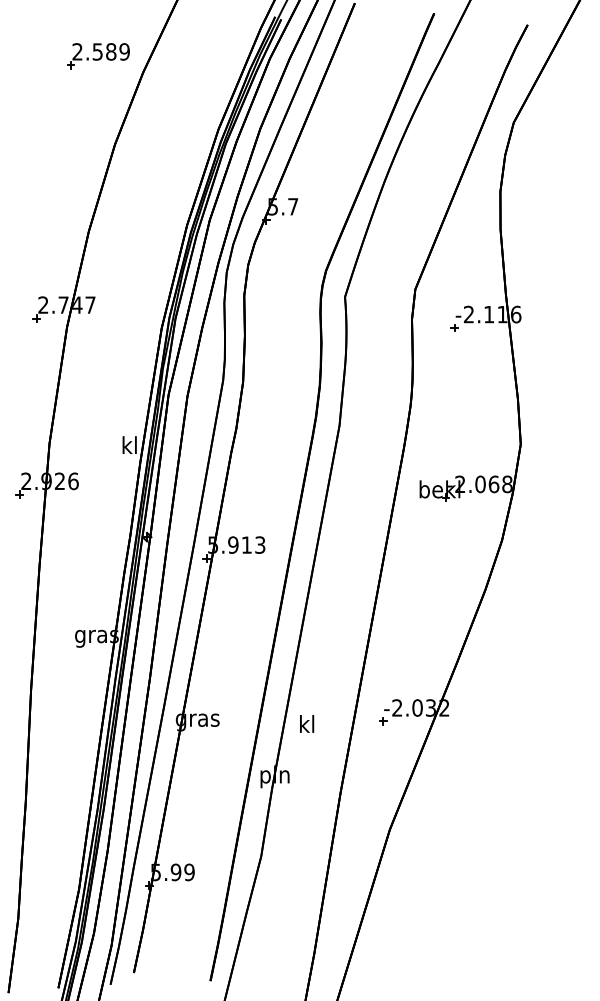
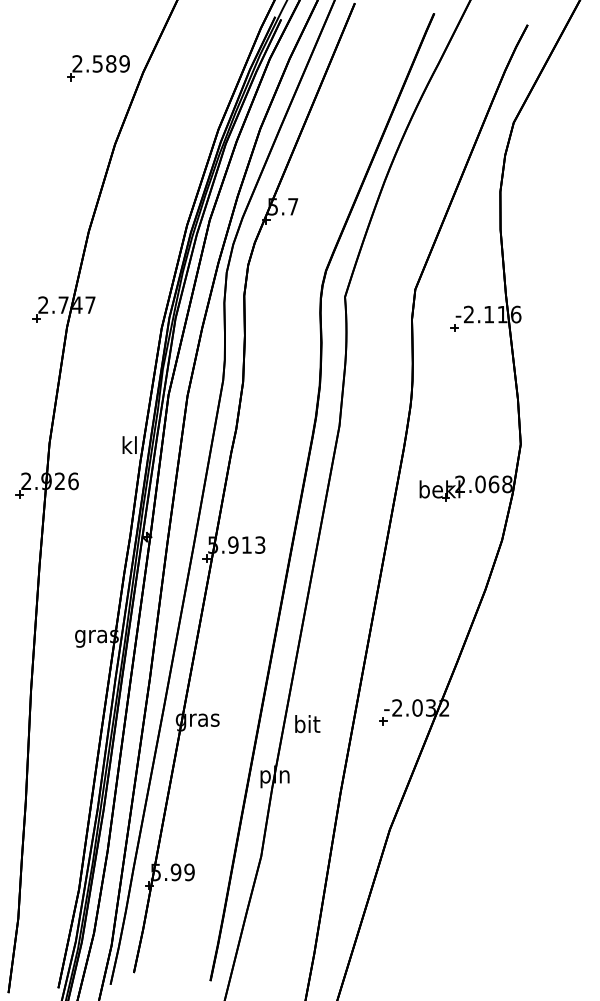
part at (98, 56) position: (98, 56) -> (98, 68)
text at (307, 724): kl -> bit
